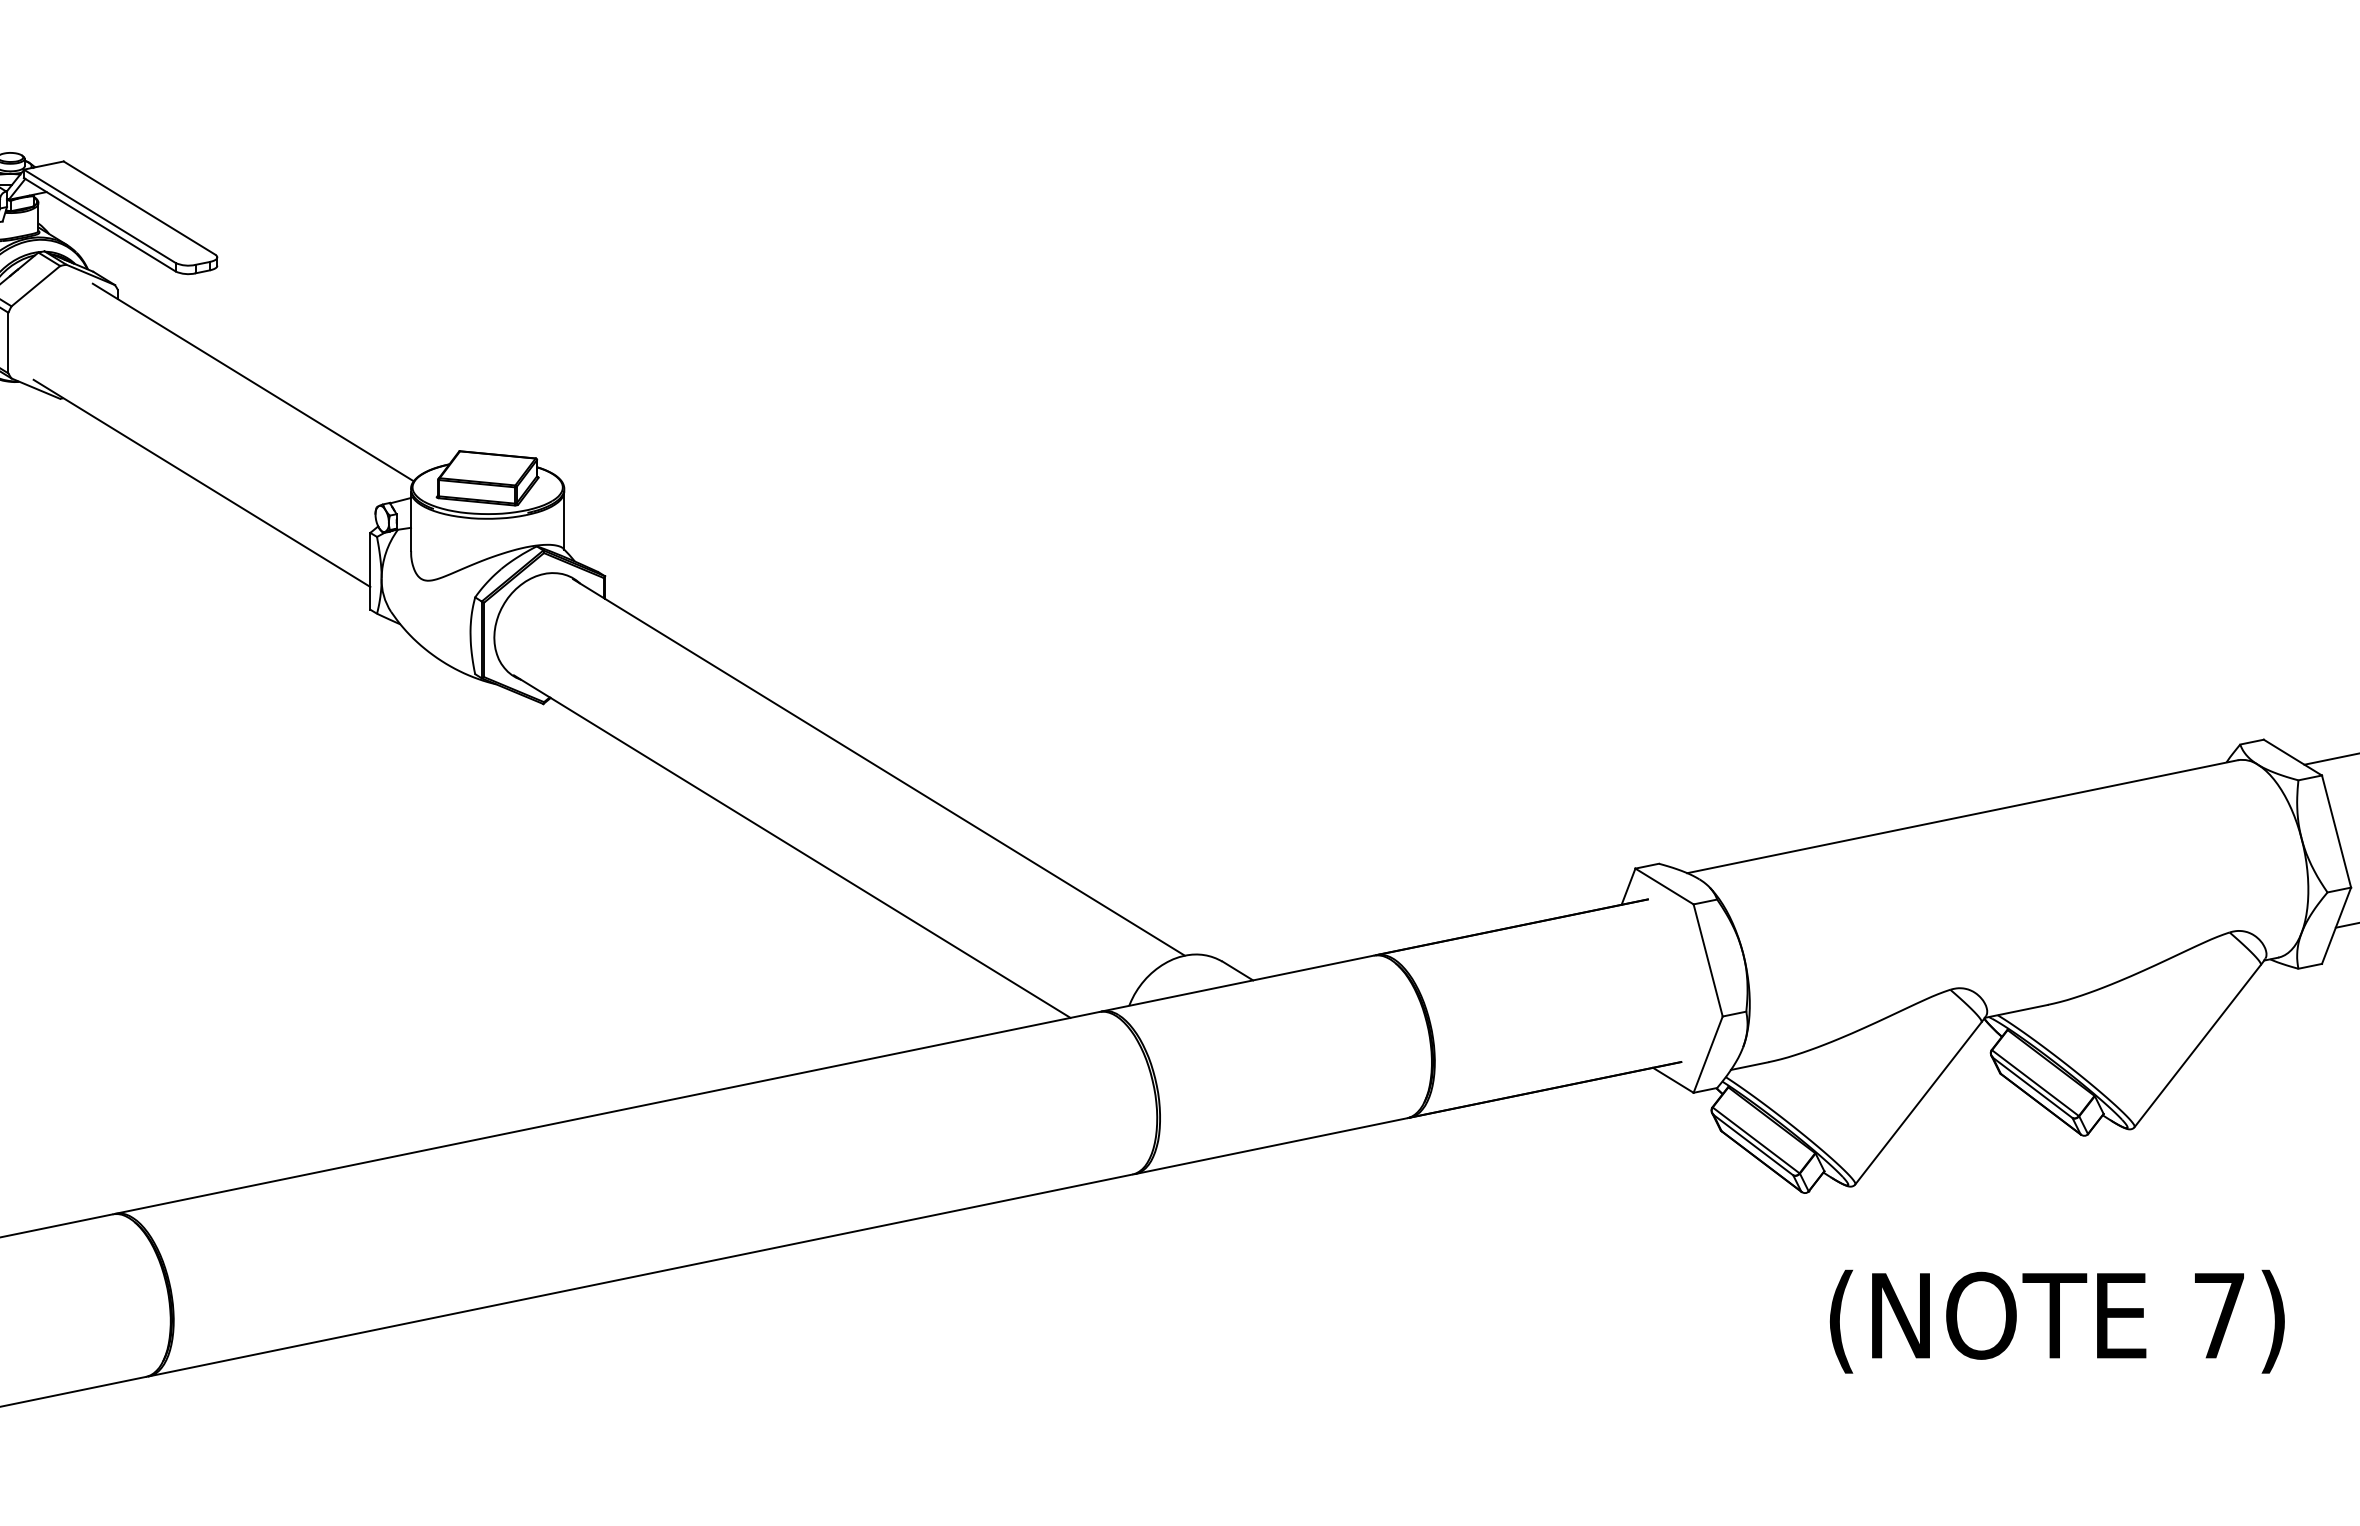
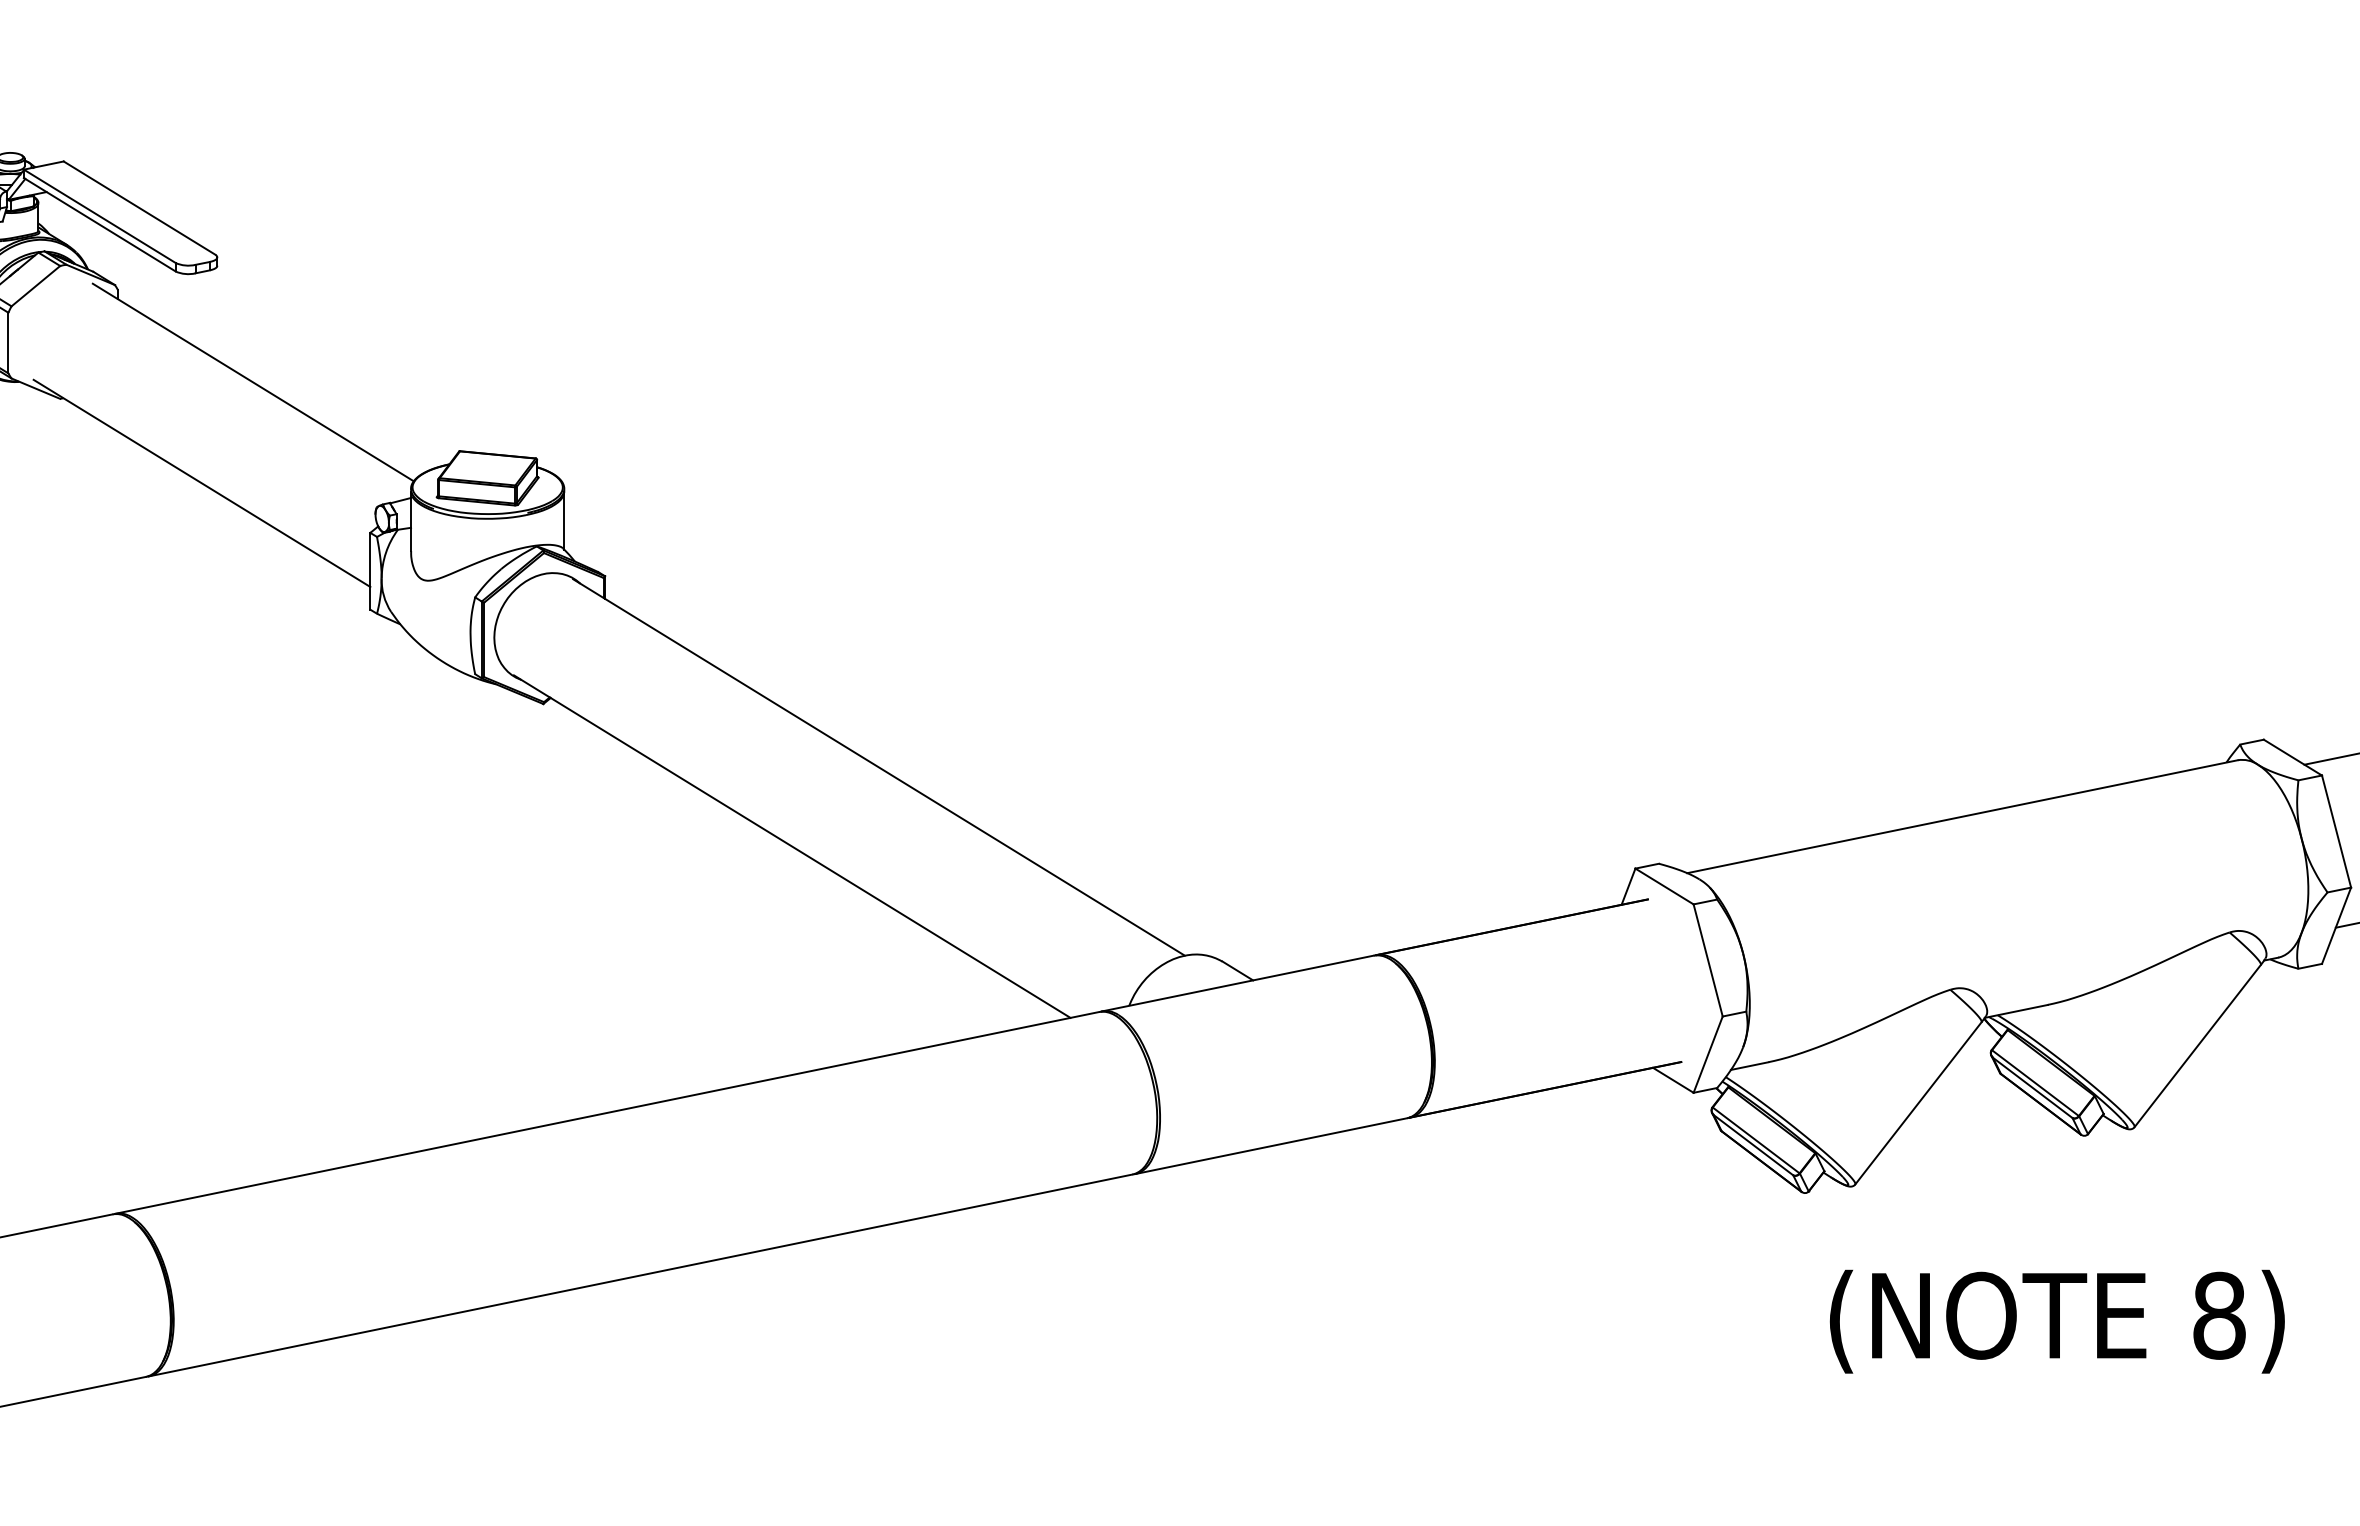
text at (2219, 1315): 7) -> 8)
